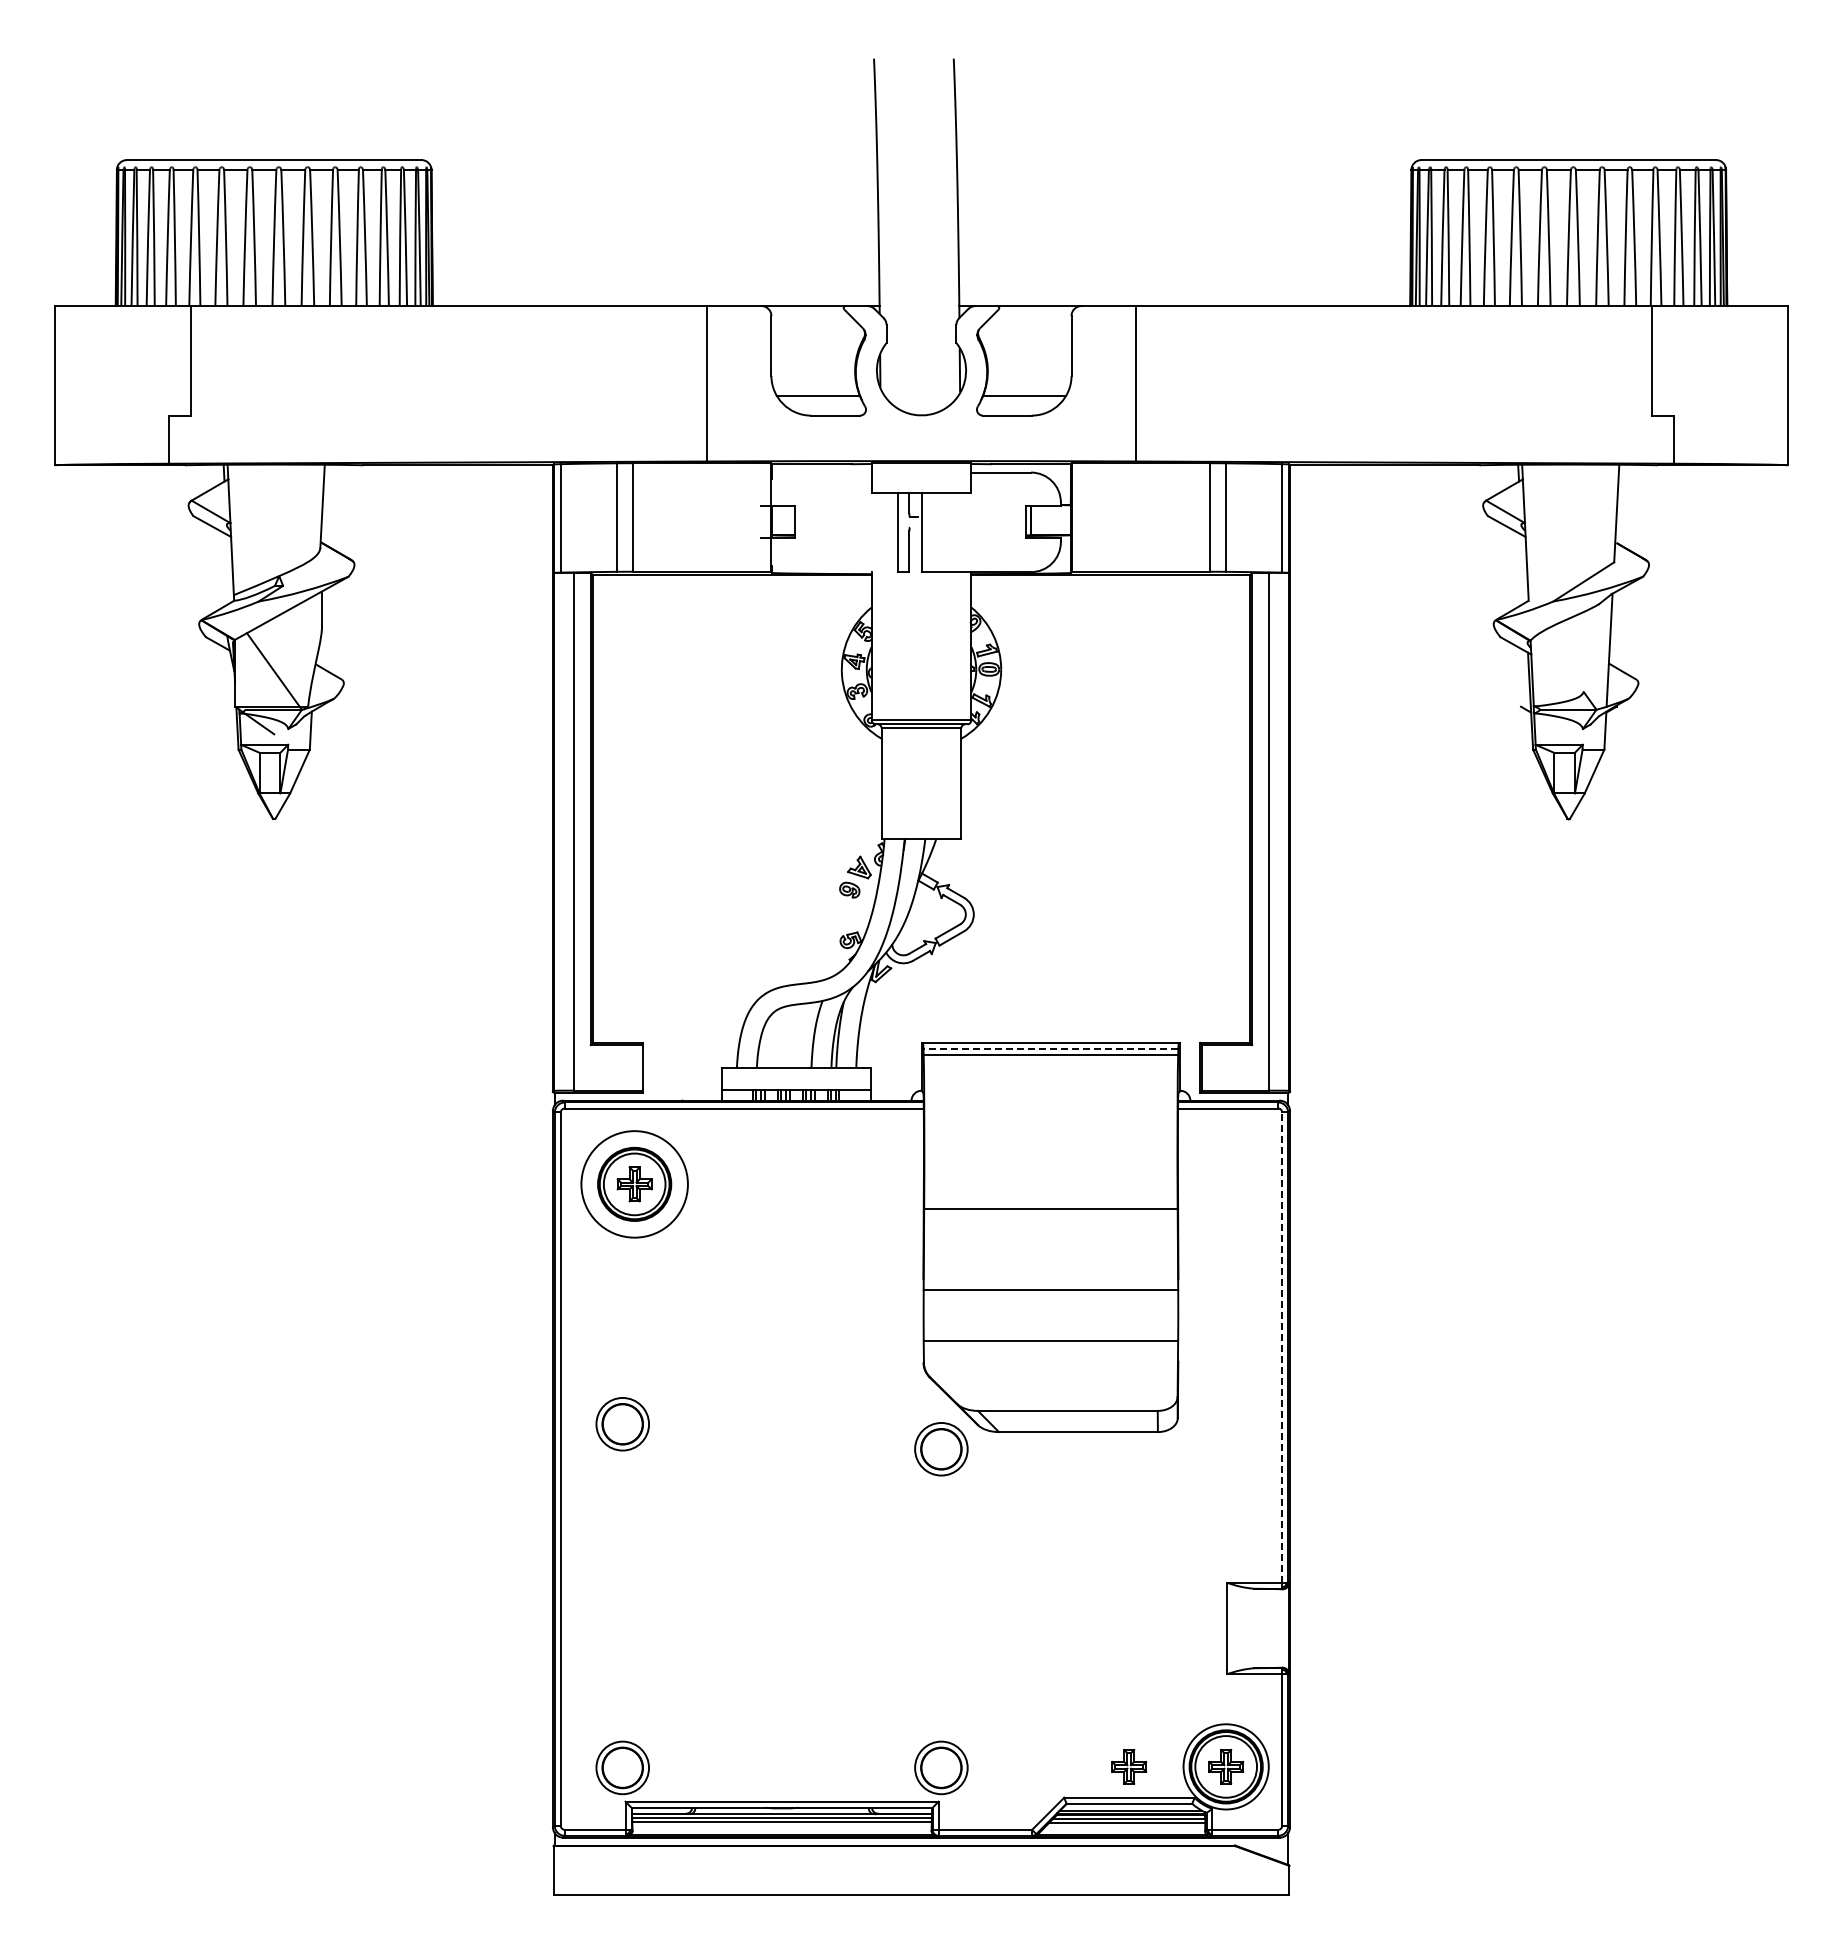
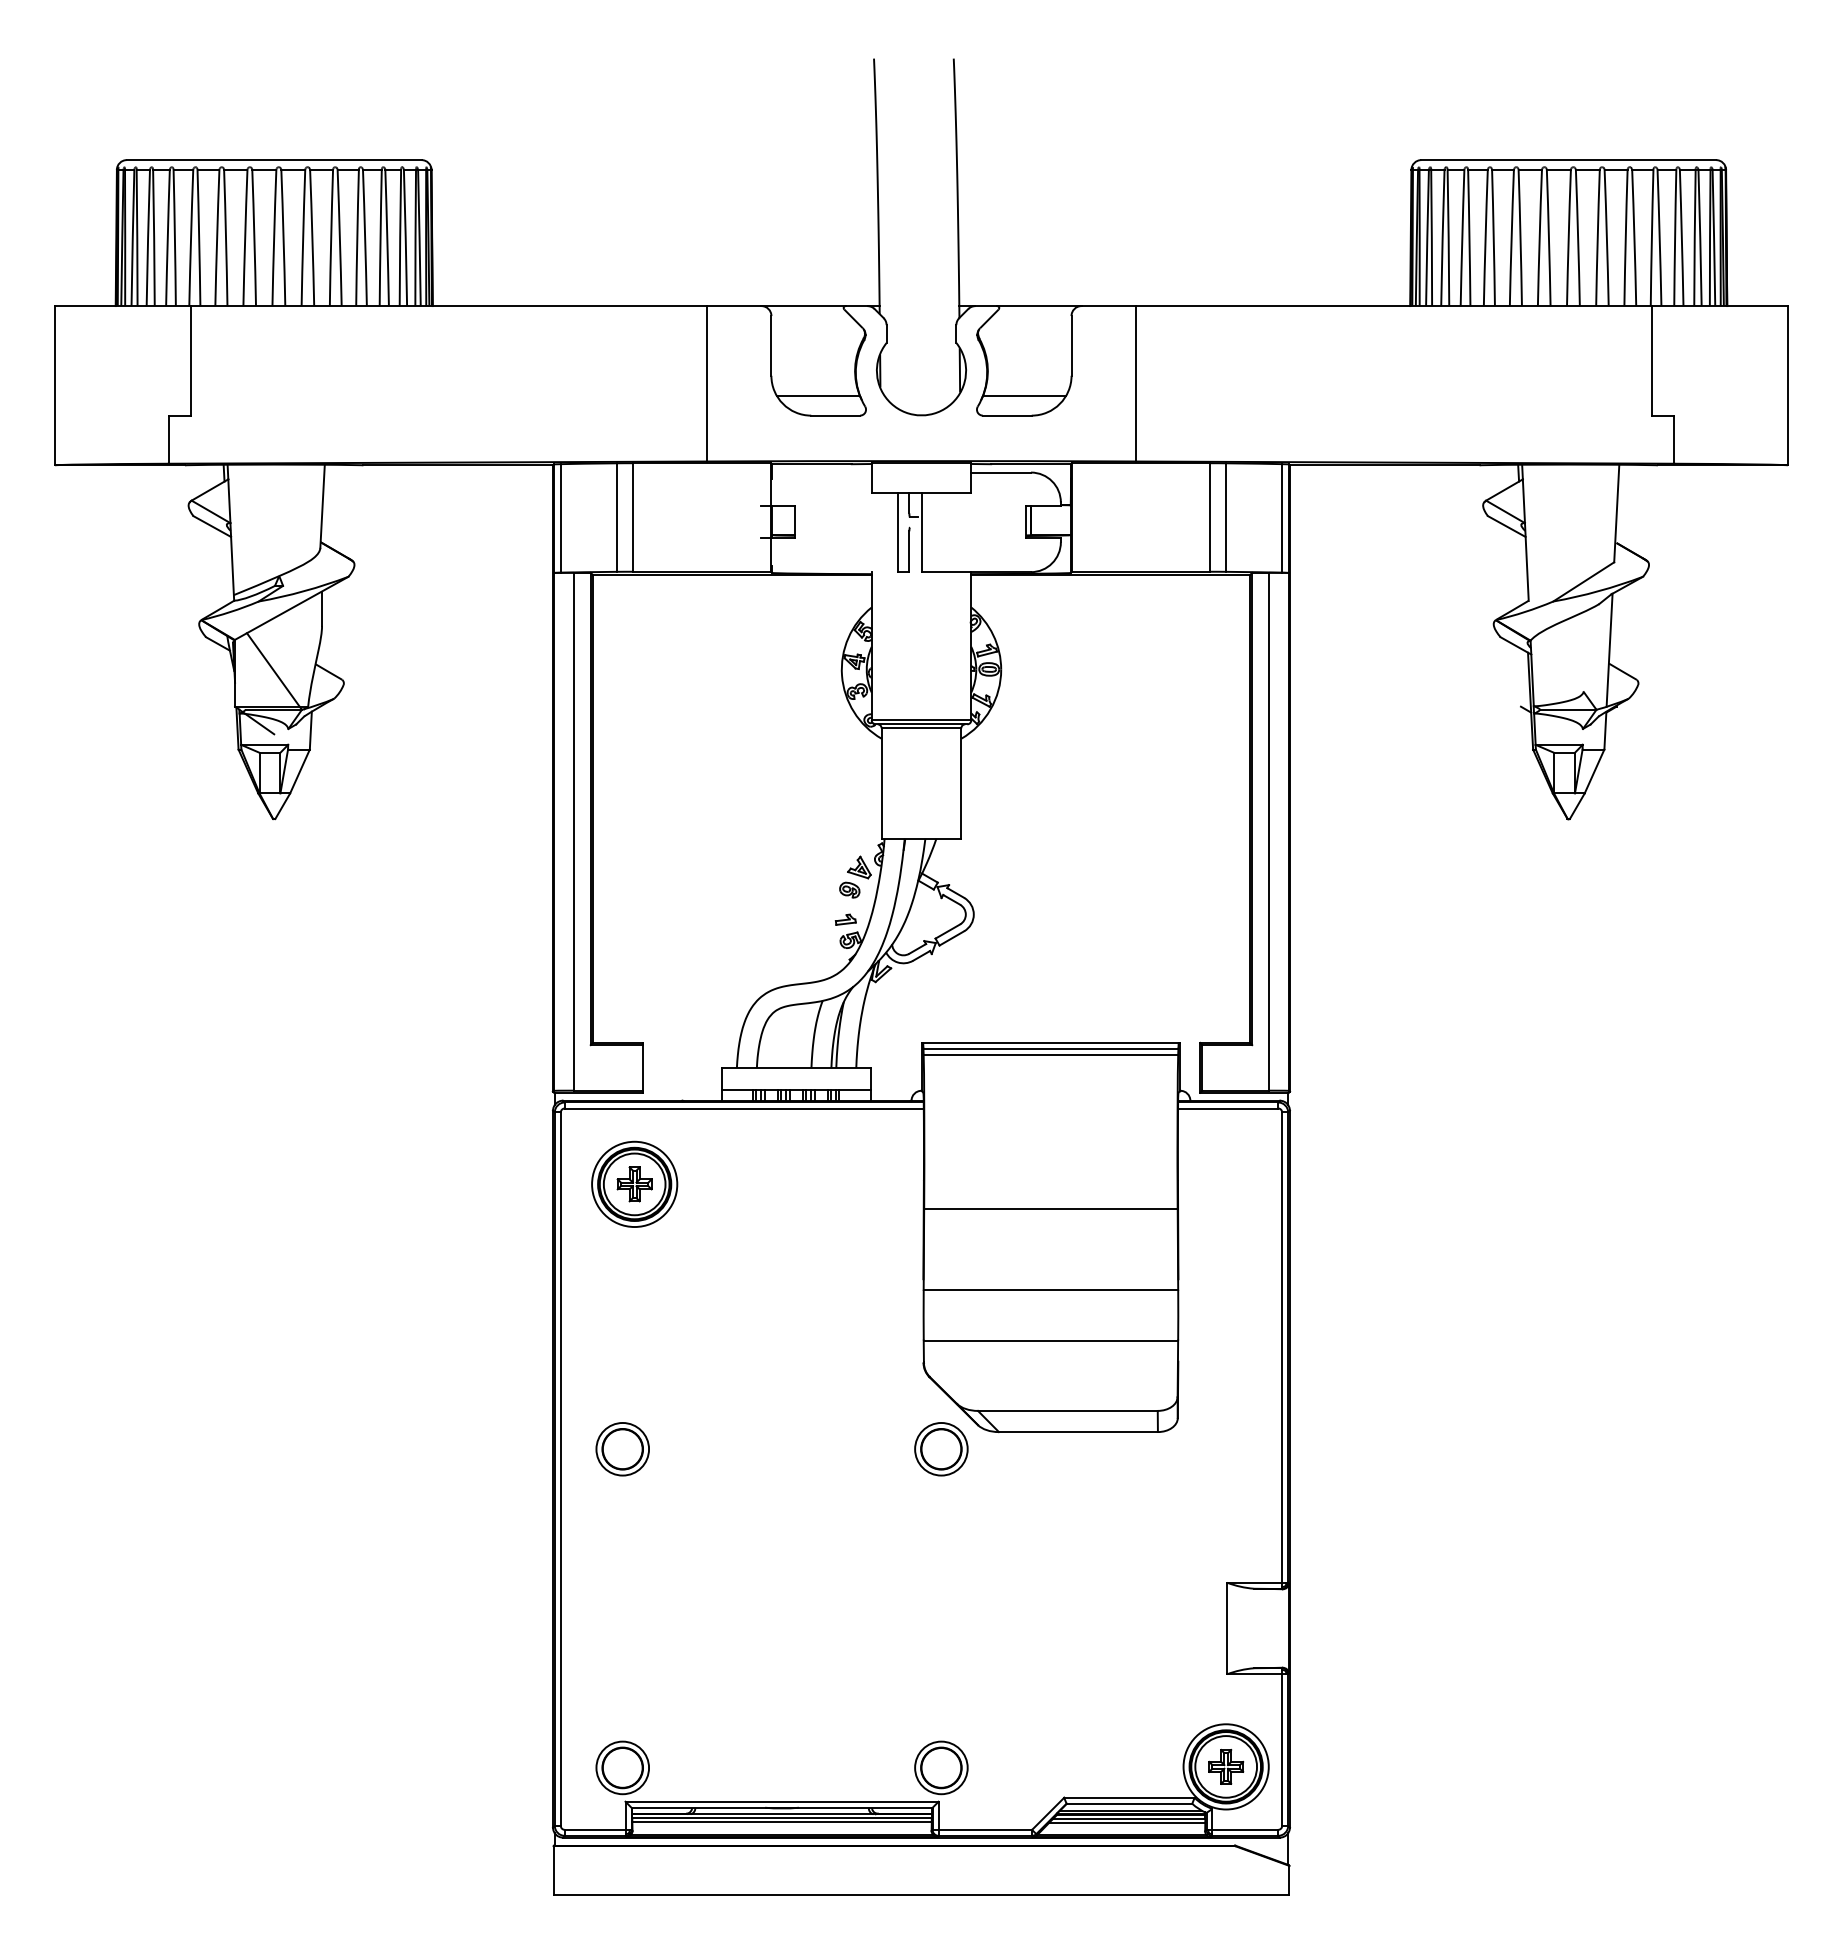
part at (845, 919): none -> present
line at (1050, 1048): dashed -> solid
circle at (634, 1184) diameter: 107 px -> 85 px
line at (1282, 1347): dashed -> solid
part at (622, 1424) position: (622, 1424) -> (622, 1449)
part at (1129, 1766): present -> none
